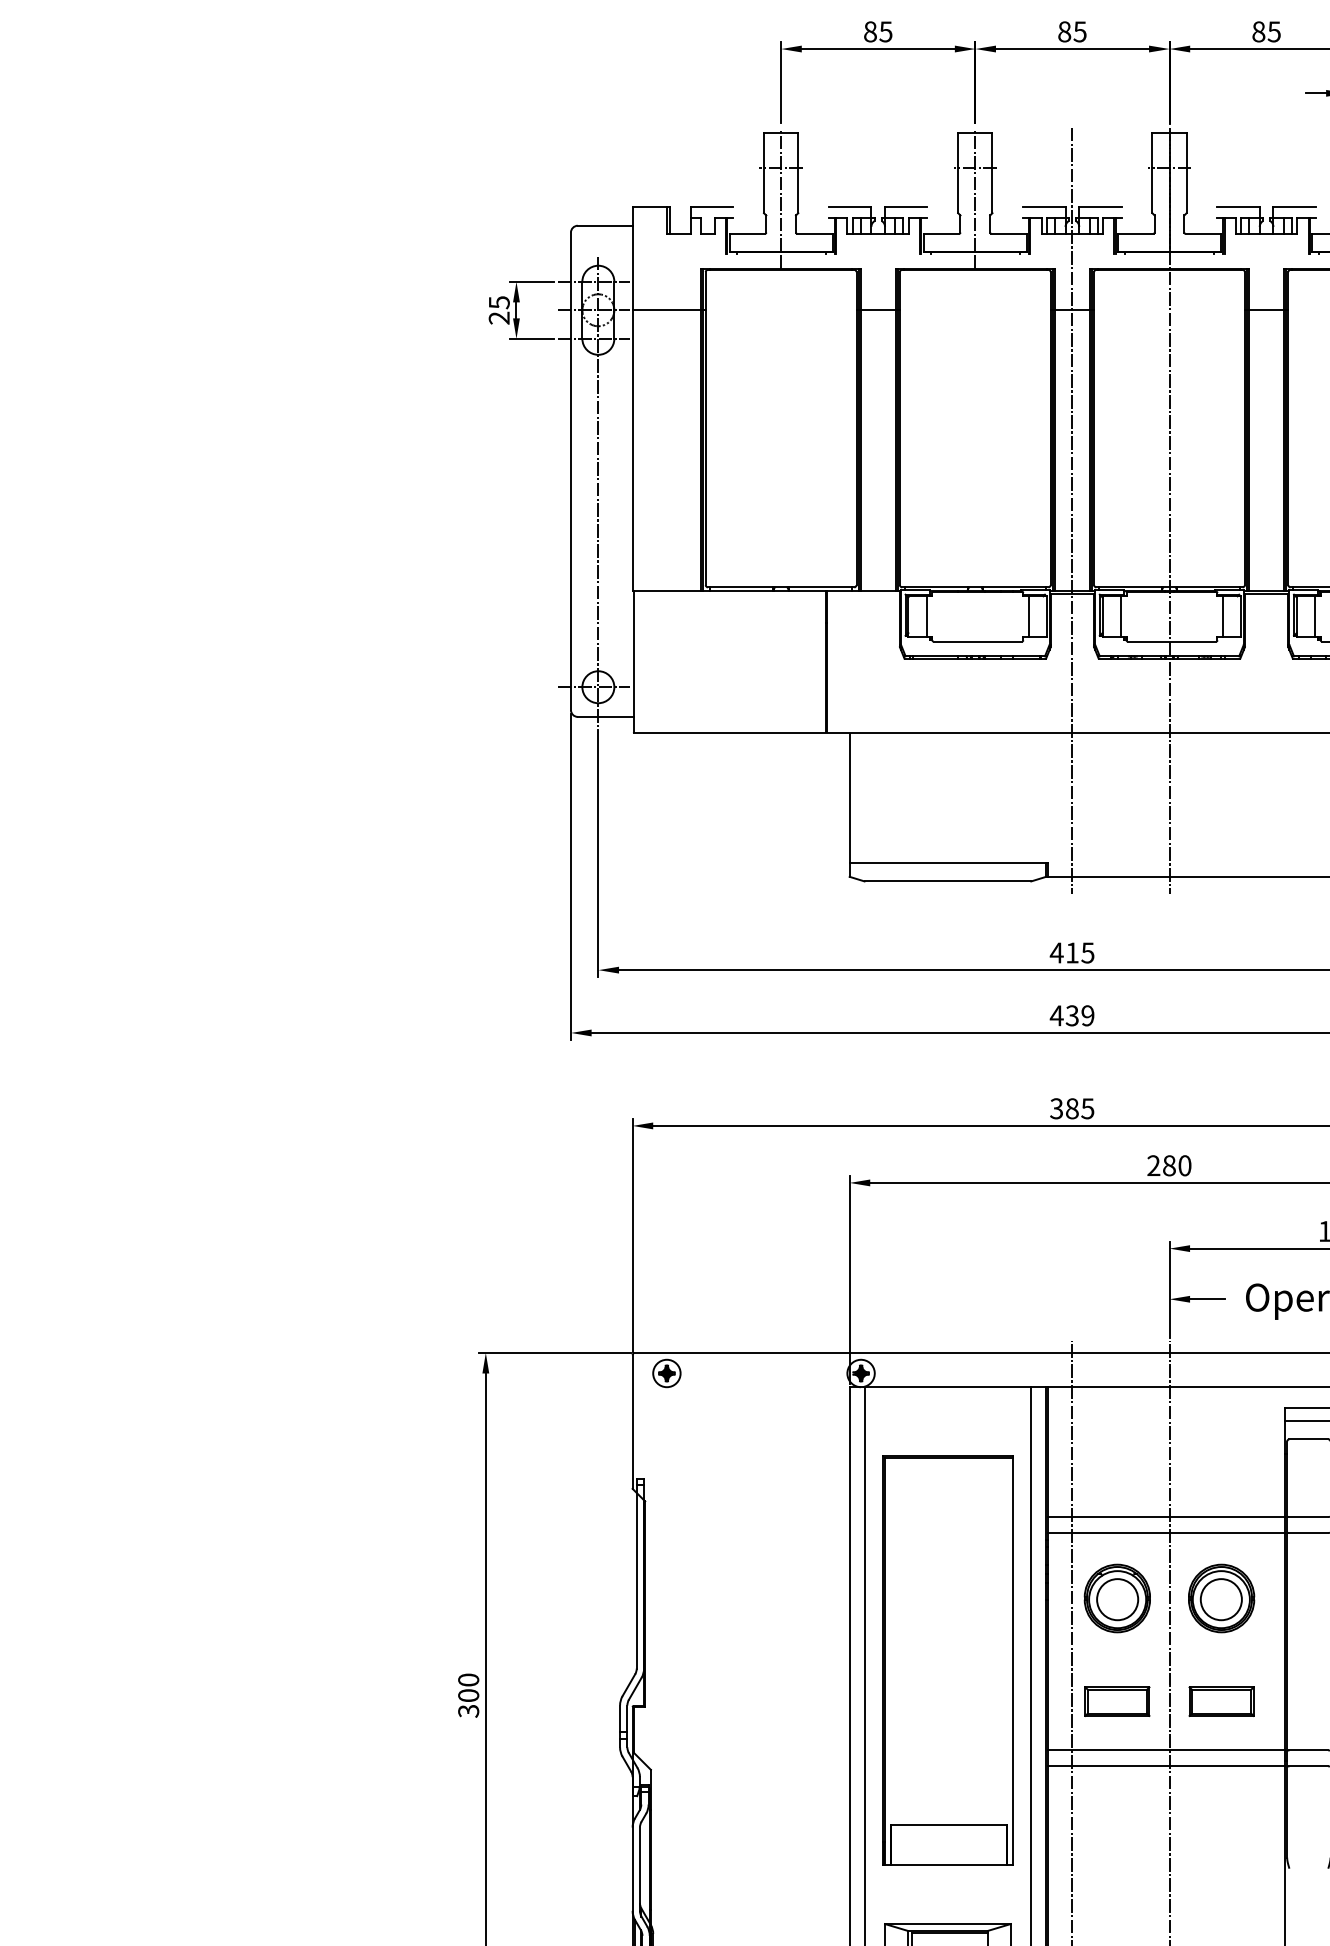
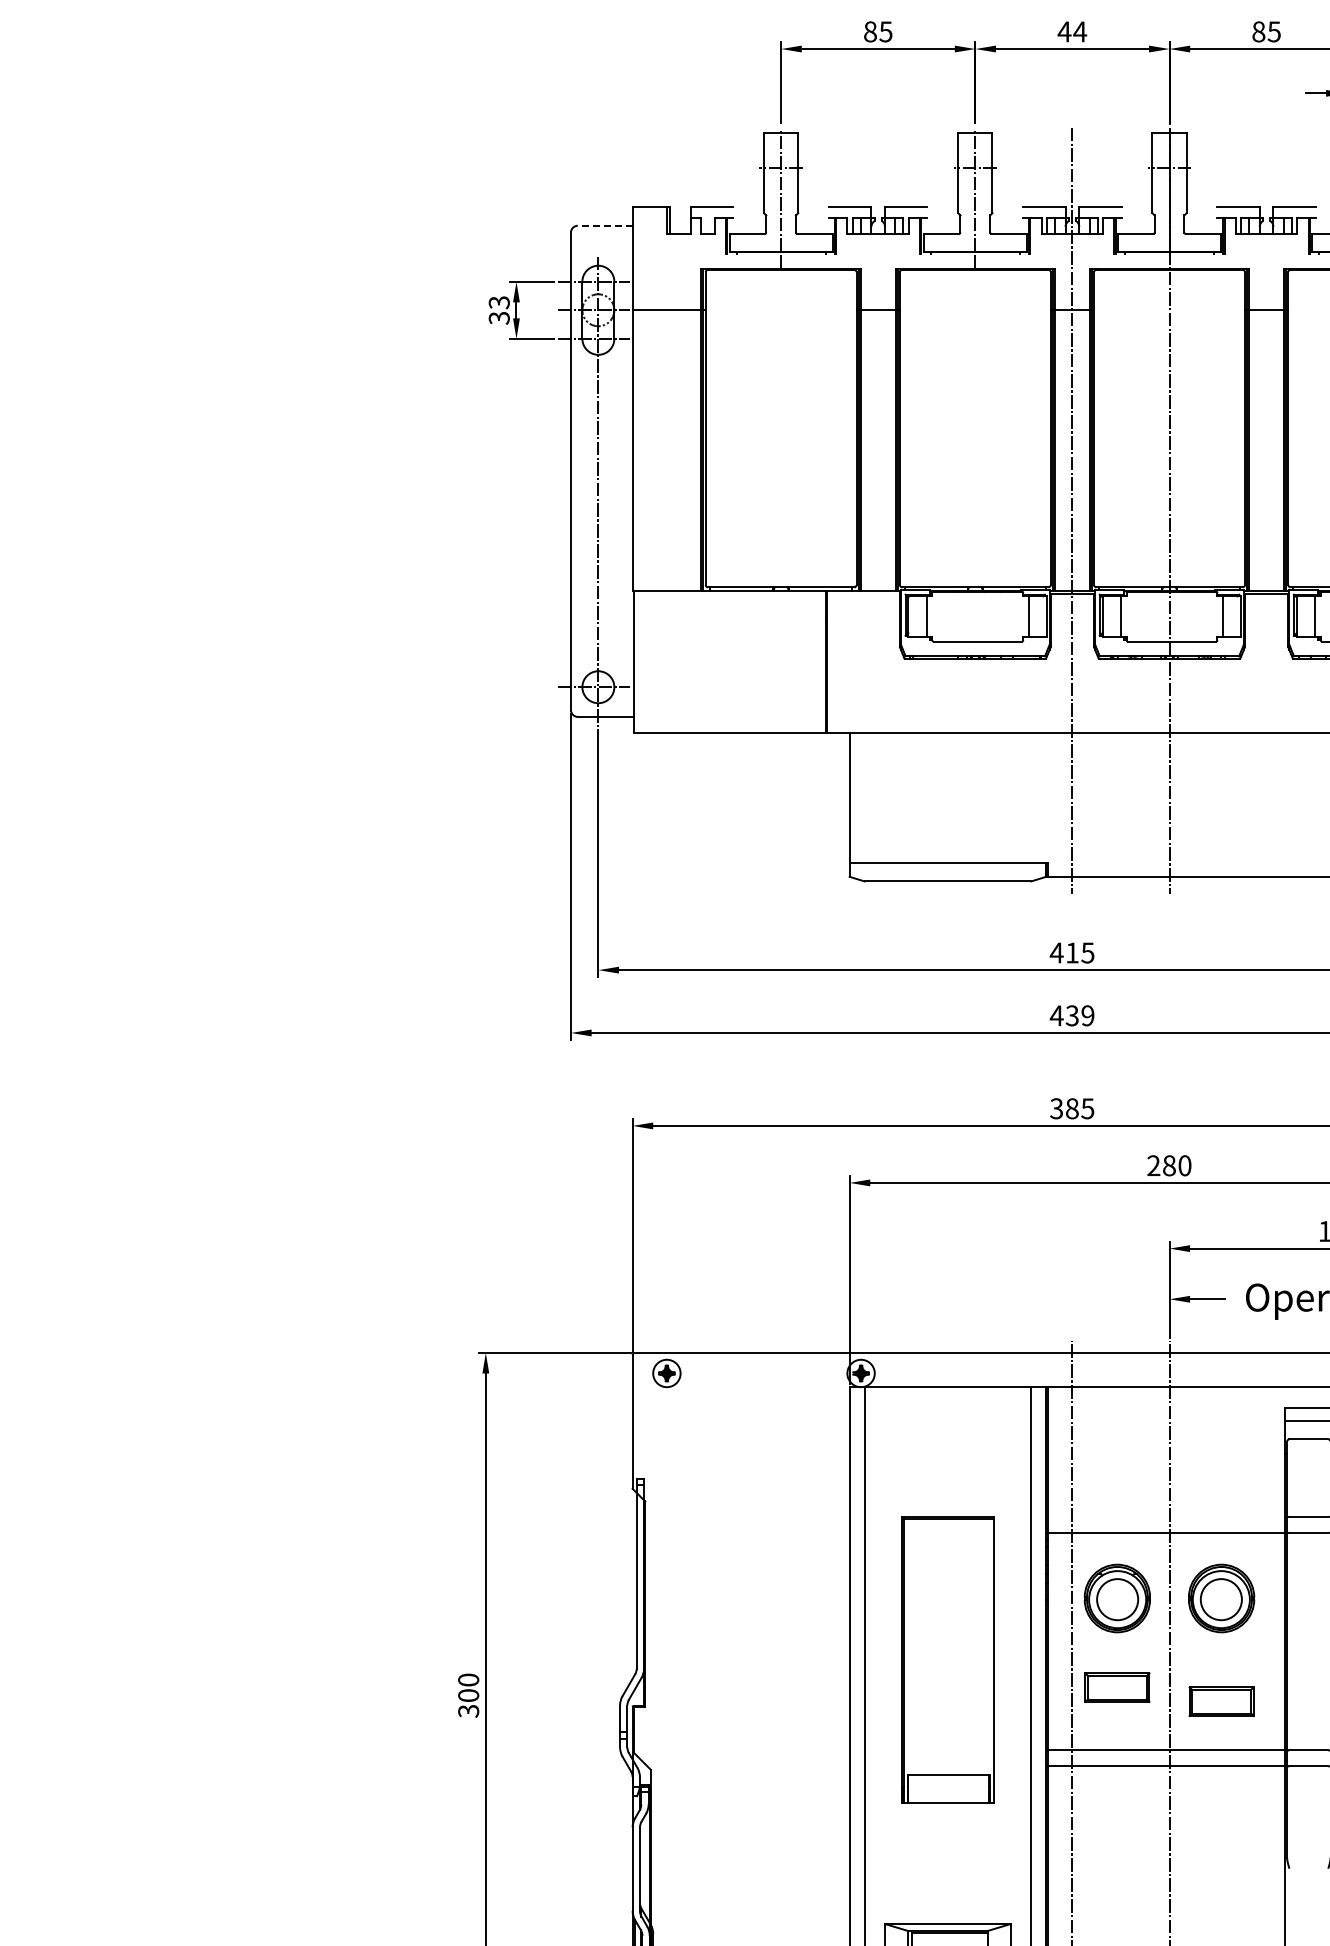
text at (1072, 31): 85 -> 44
line at (604, 225): solid -> dashed
text at (498, 310): 25 -> 33
line at (1165, 1516): present -> none
part at (947, 1660) size: 132x411 px -> 94x288 px
part at (1117, 1701) position: (1117, 1701) -> (1117, 1687)
